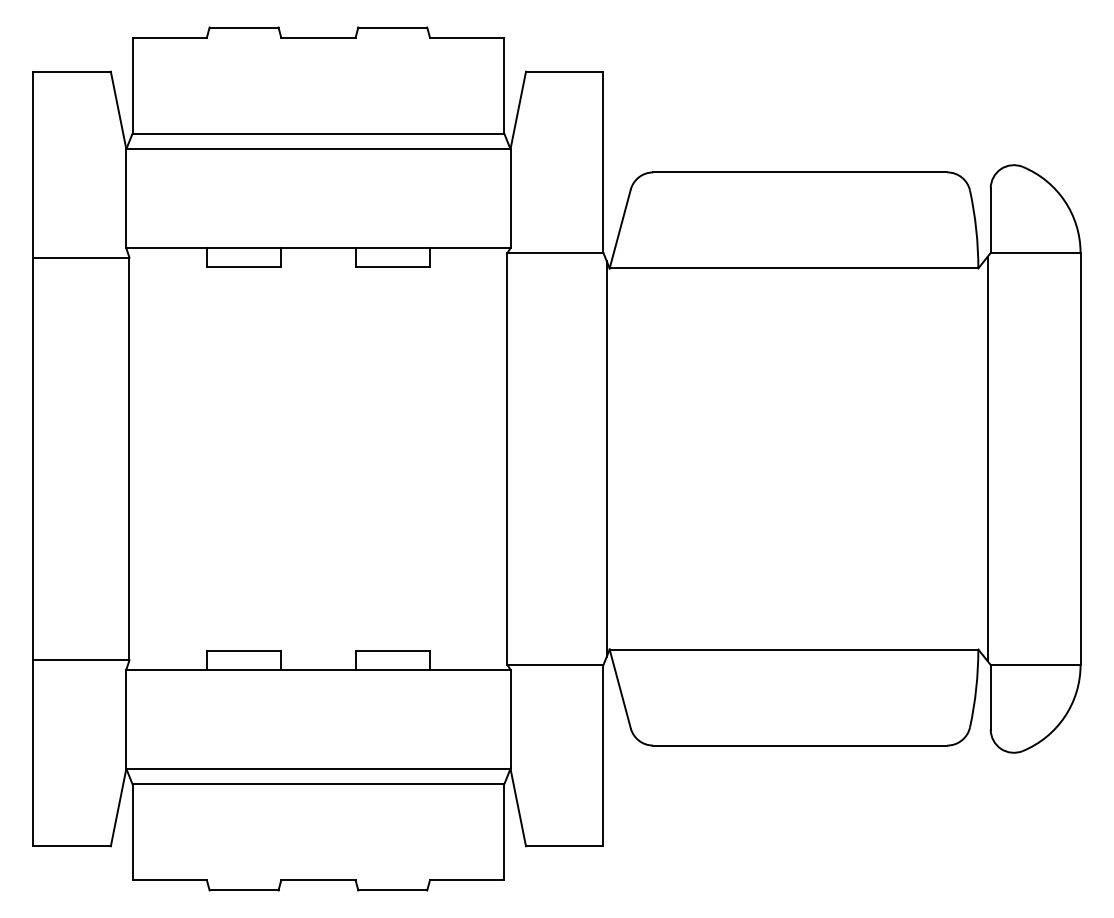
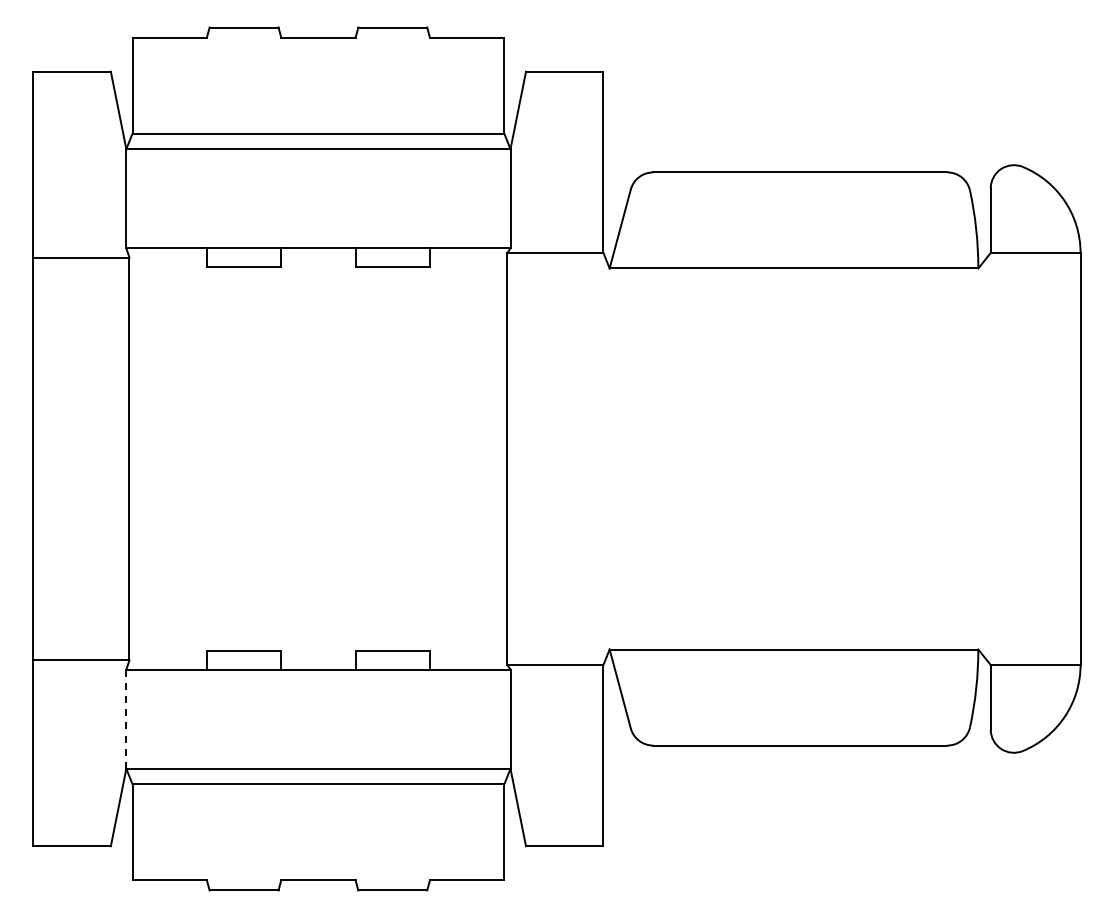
line at (606, 458): present -> none
line at (987, 458): present -> none
line at (126, 719): solid -> dashed
